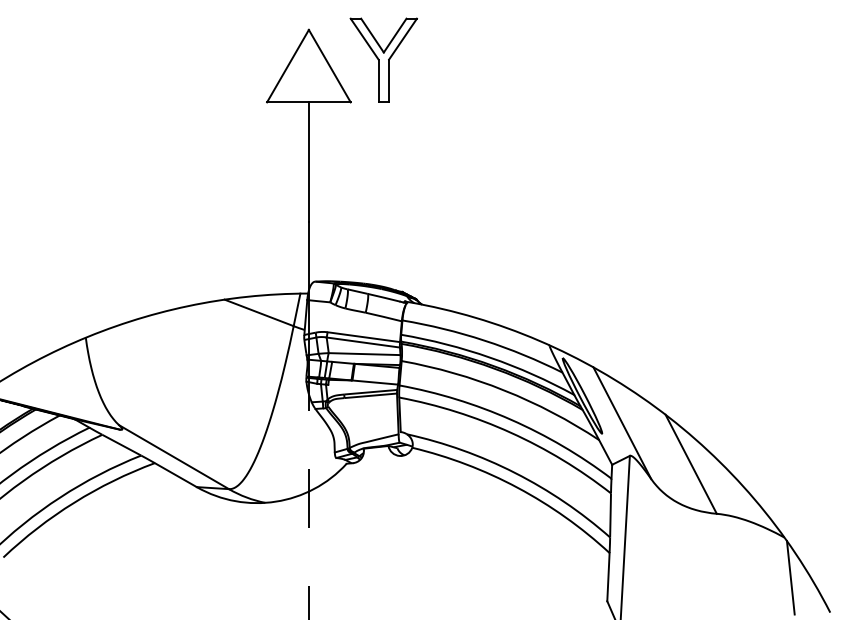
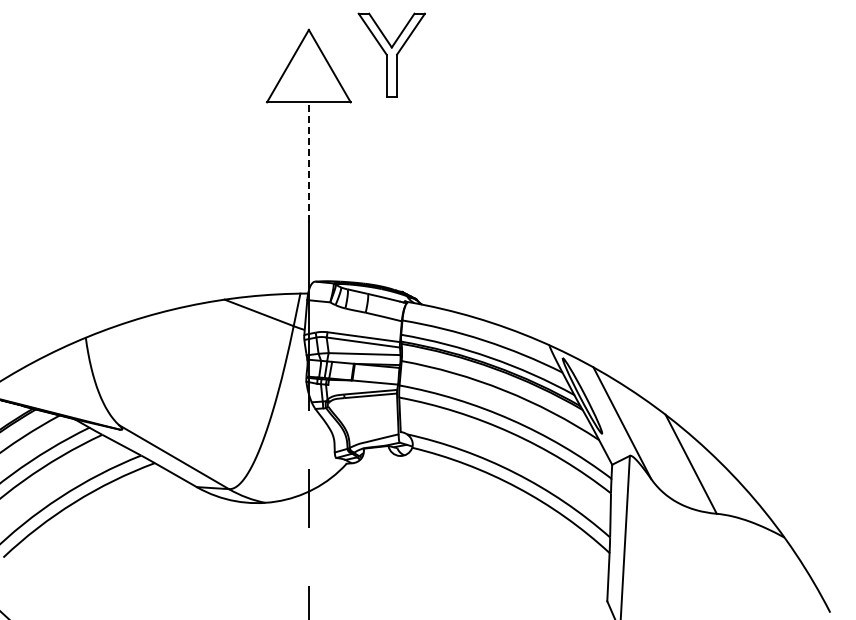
part at (383, 59) position: (383, 59) -> (391, 54)
line at (308, 162): solid -> dashed
line at (790, 577): present -> none
